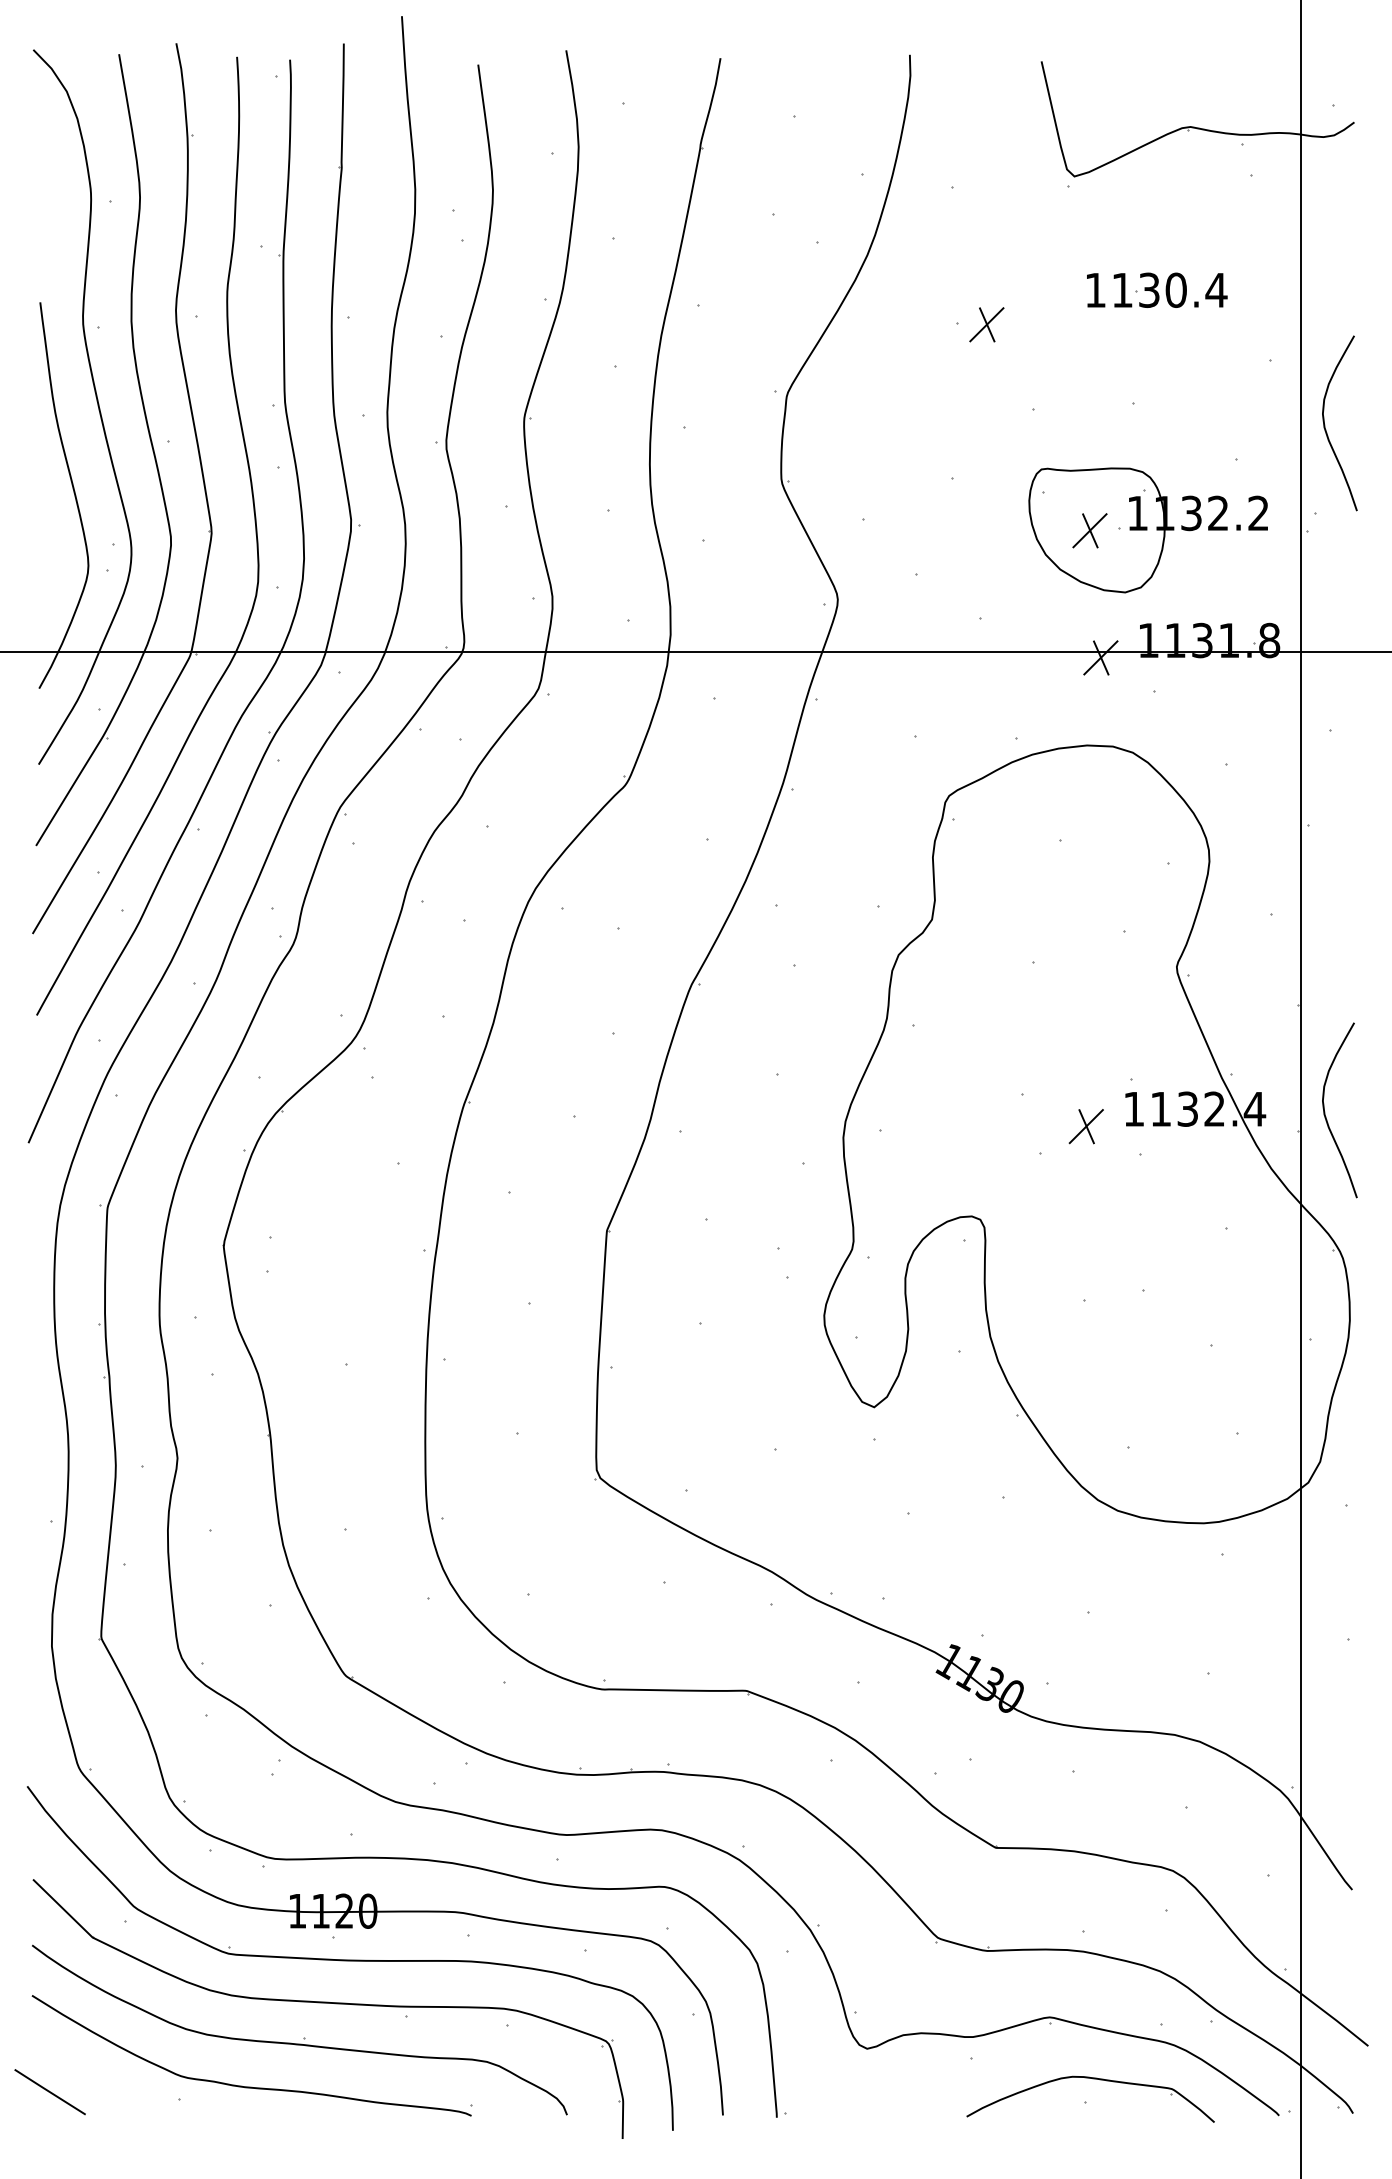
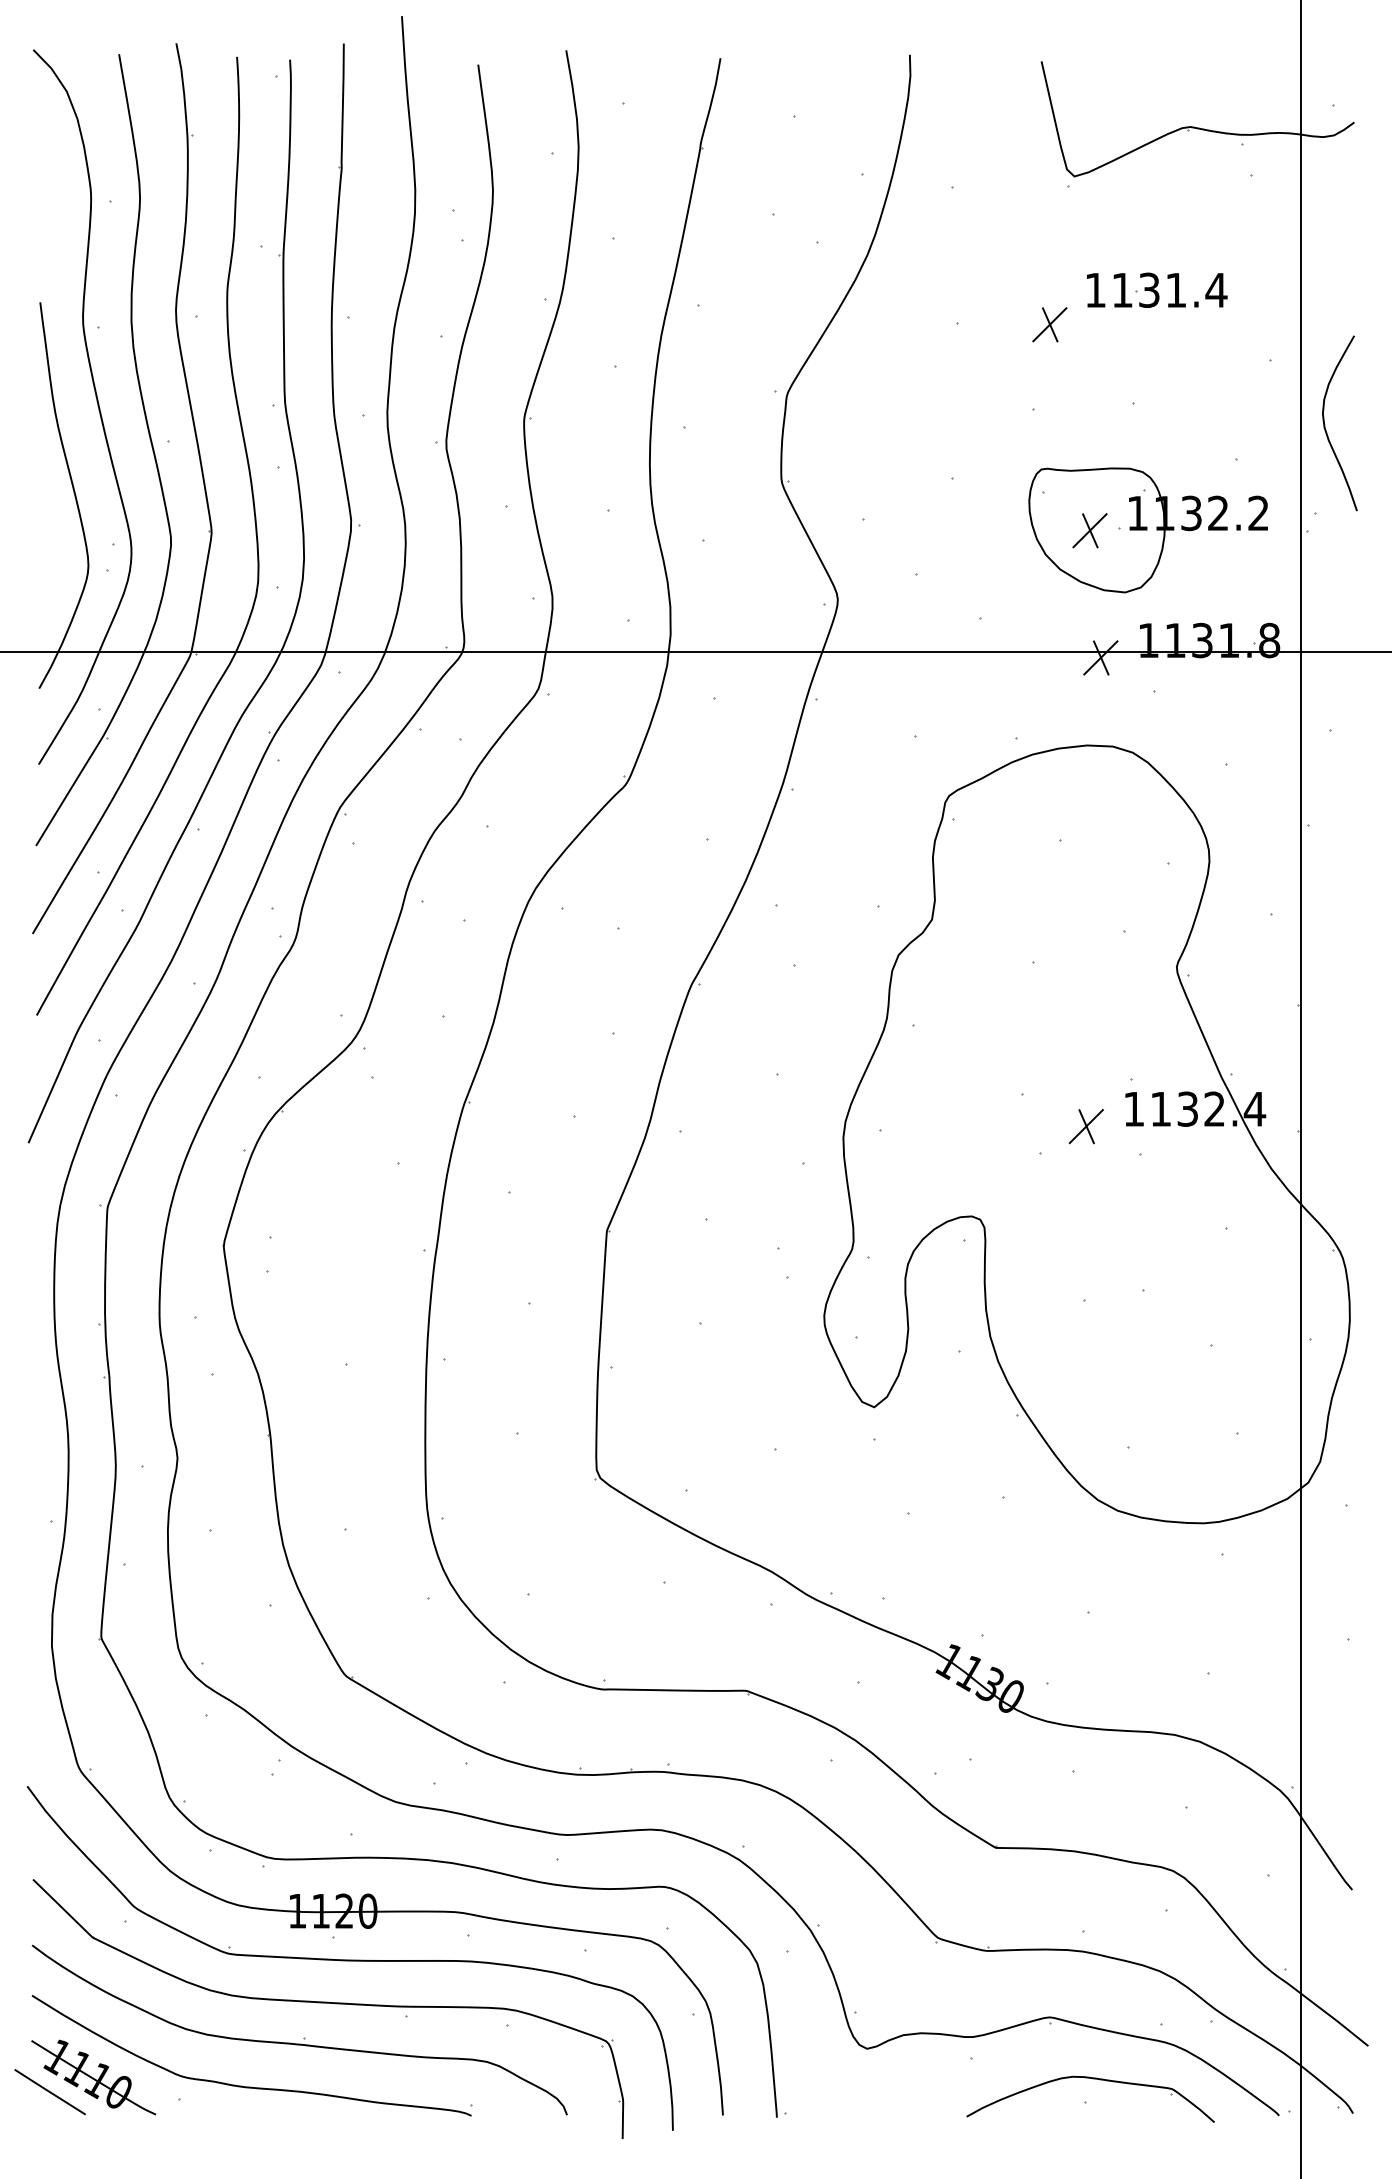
text at (1175, 289): 1130.4 -> 1131.4
part at (986, 324) position: (986, 324) -> (1049, 324)
curve at (1325, 1111): present -> none
part at (93, 2077): none -> present
